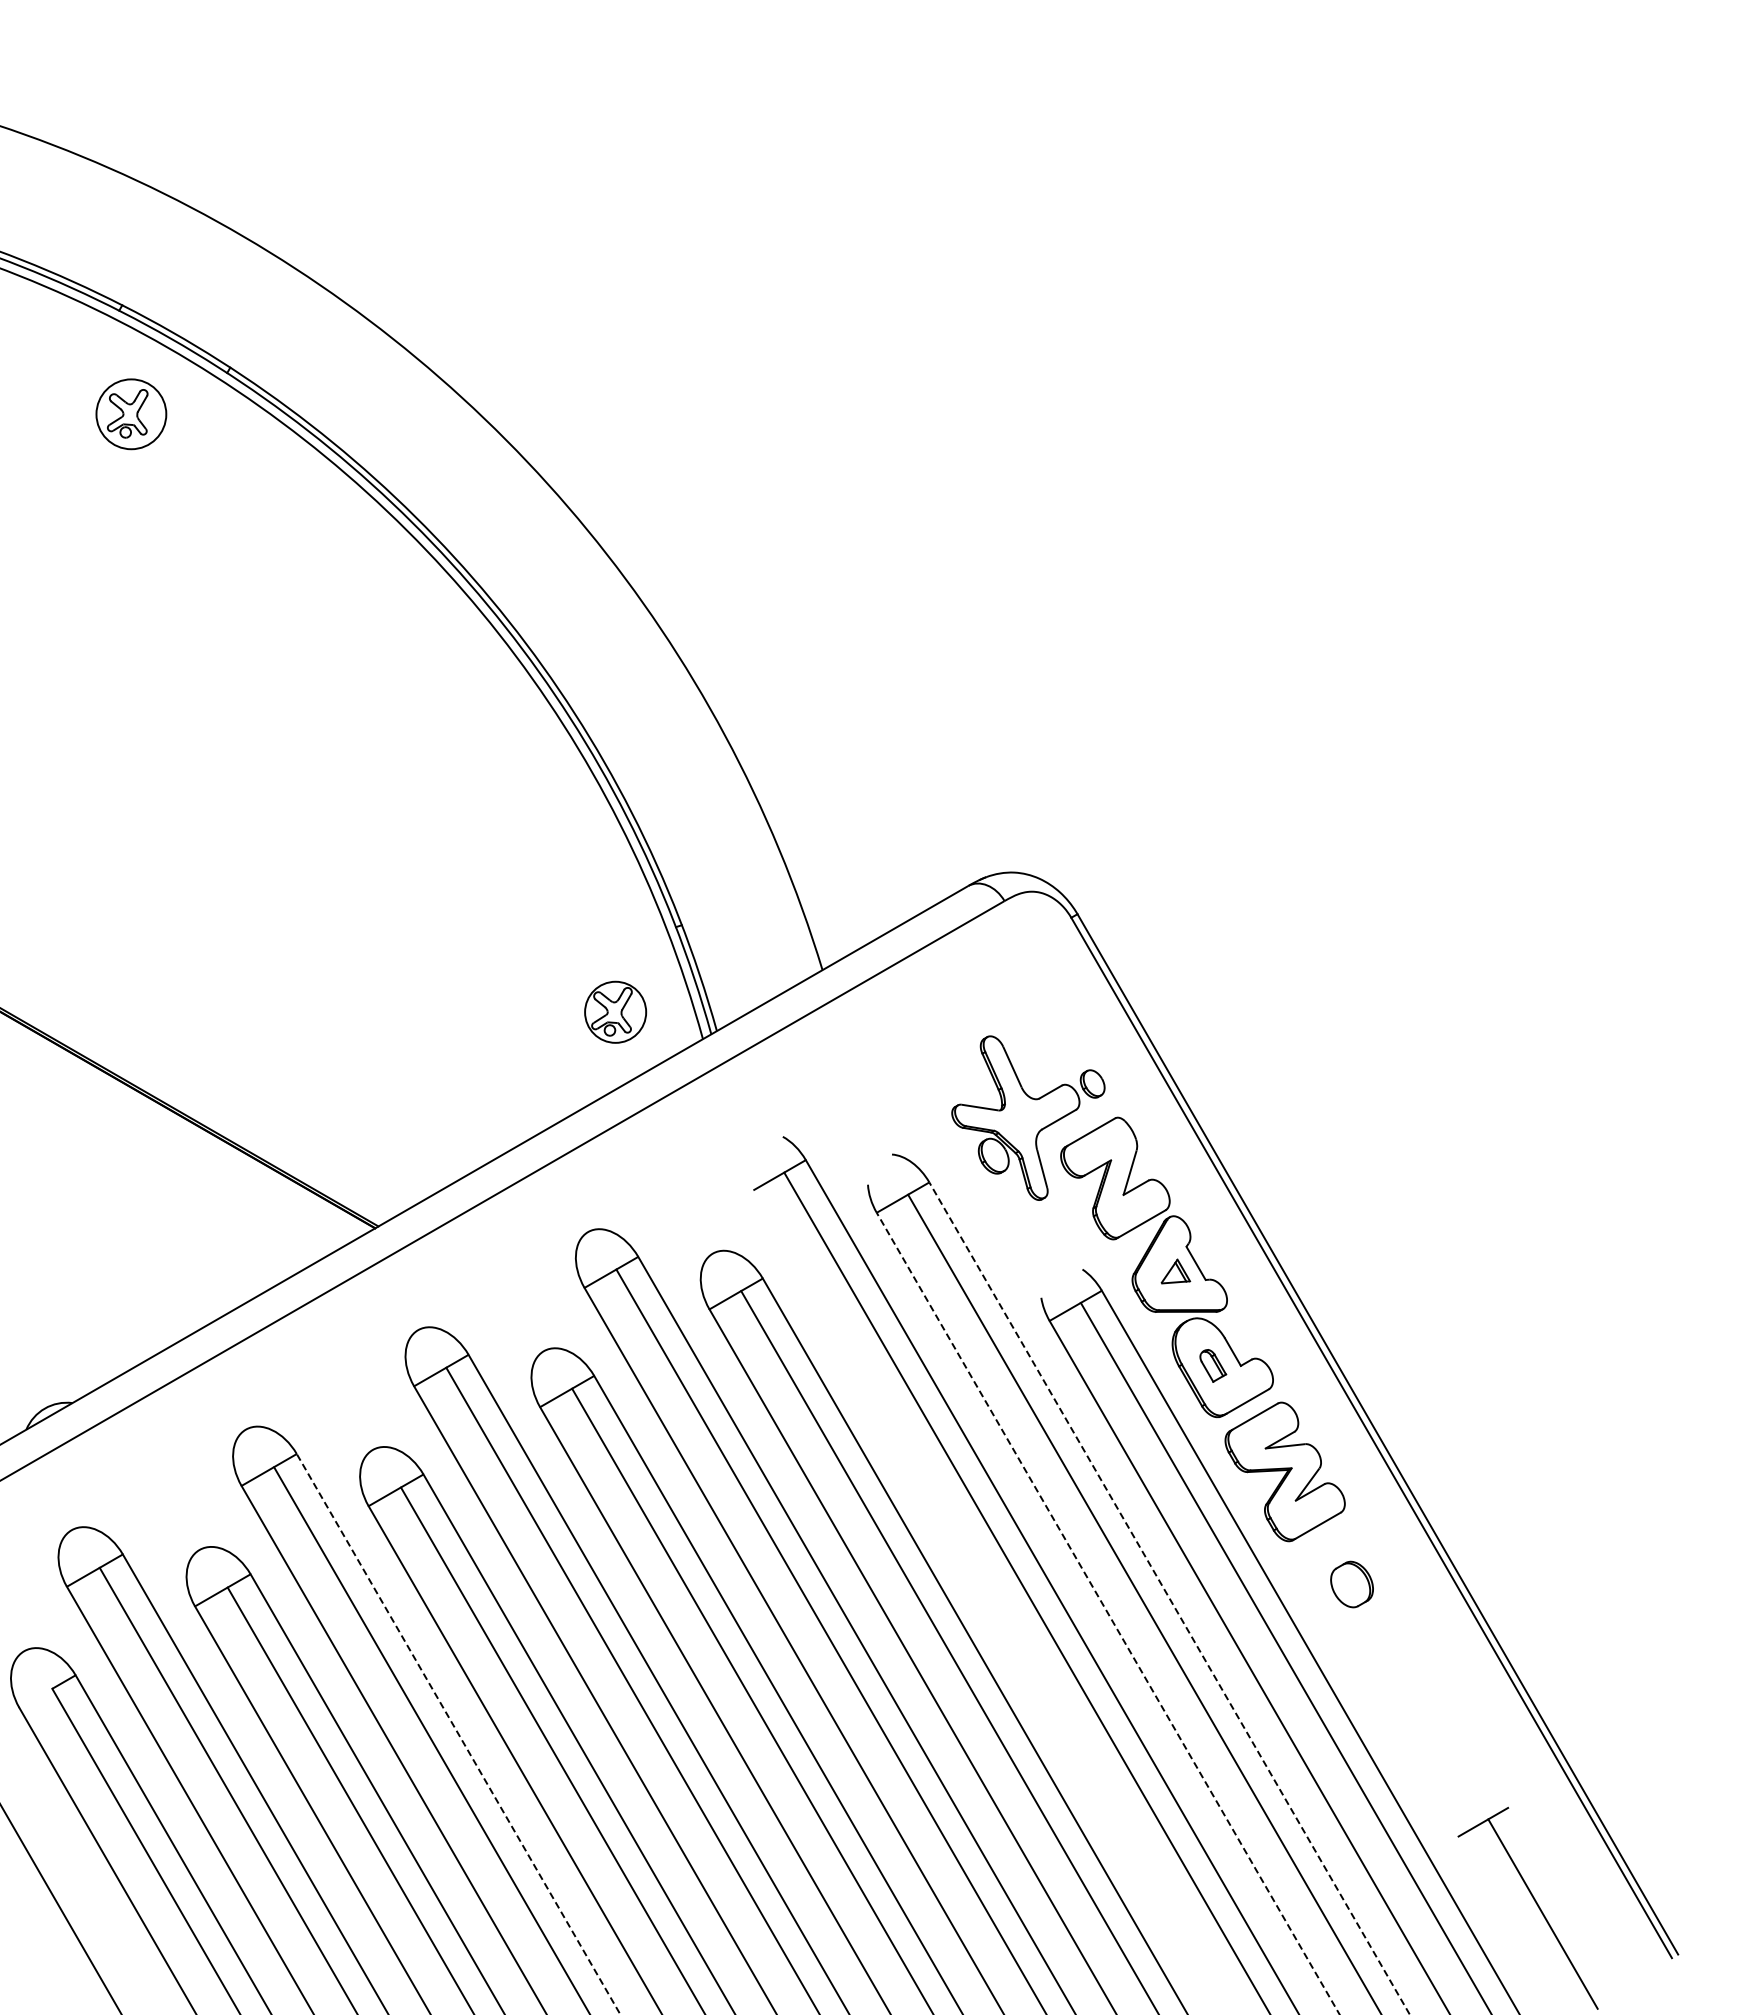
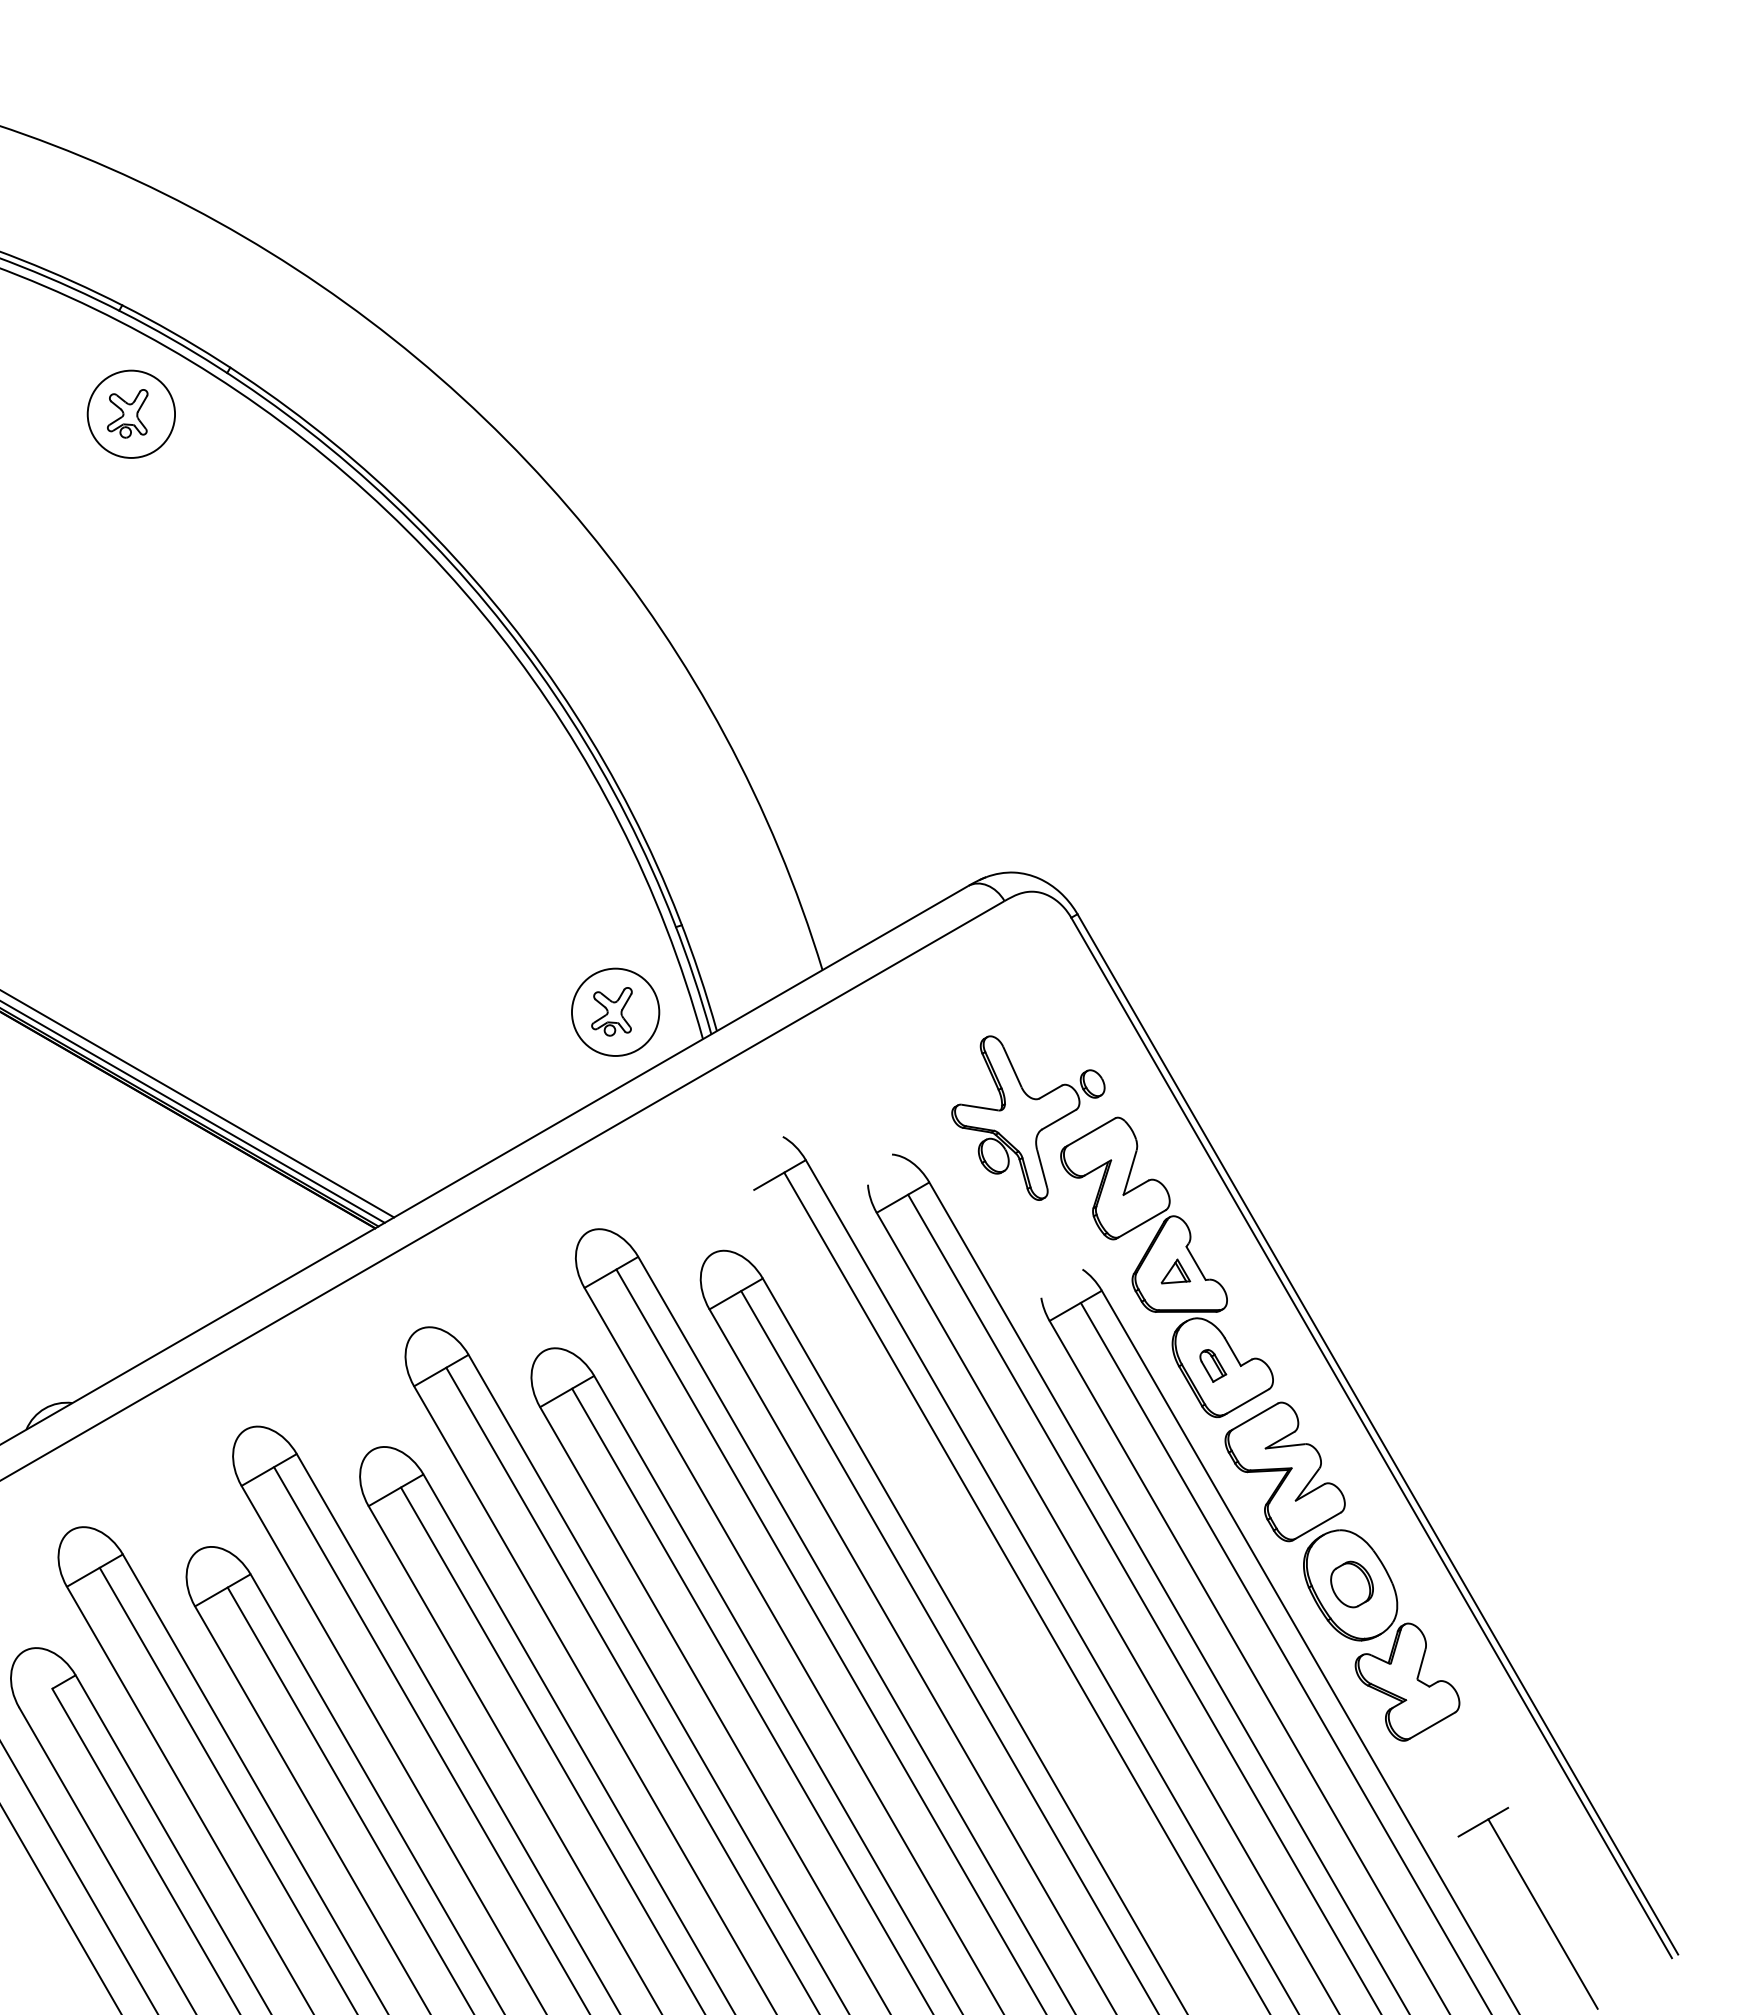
circle at (131, 414) diameter: 70 px -> 87 px
circle at (615, 1011) diameter: 61 px -> 87 px
line at (198, 1104): none -> present
line at (193, 1112): none -> present
line at (1169, 1598): dashed -> solid
line at (1108, 1613): dashed -> solid
part at (1381, 1635): none -> present
line at (458, 1733): dashed -> solid
line at (79, 1877): none -> present
